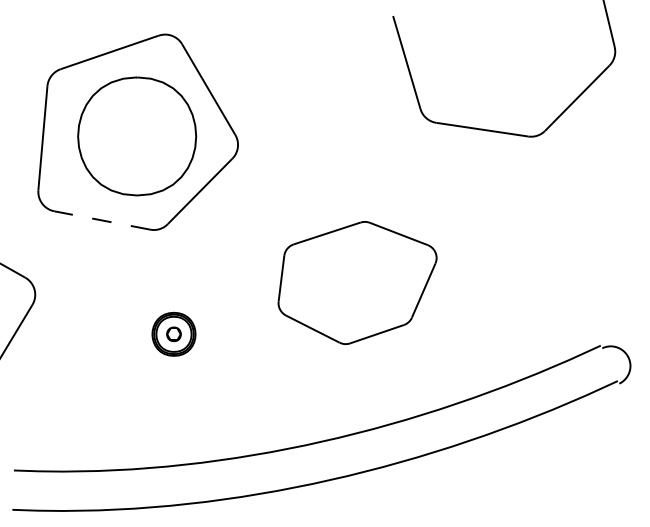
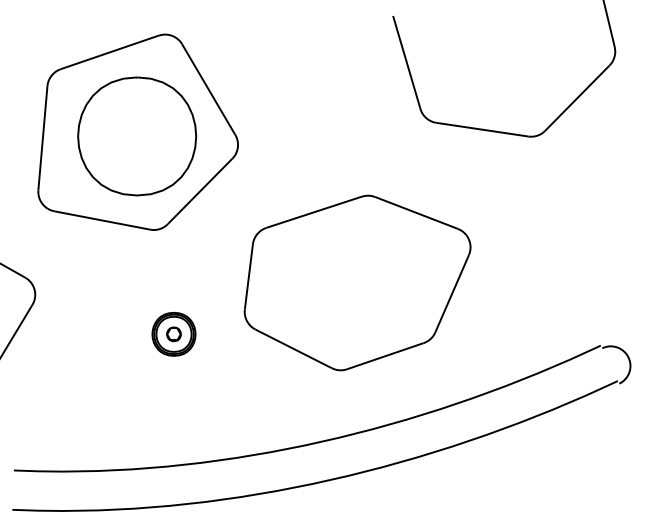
line at (102, 220): dashed -> solid
part at (357, 282) size: 161x124 px -> 229x178 px
